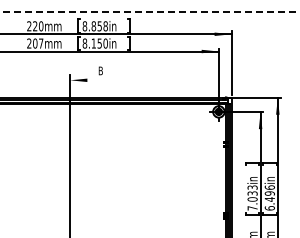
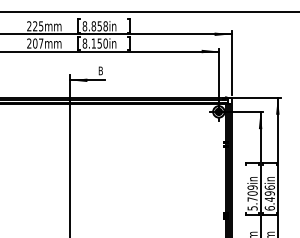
line at (149, 12): dashed -> solid
text at (41, 26): 220mm -> 225mm
line at (87, 80): none -> present
text at (252, 197): 7.033in -> 5.709in
